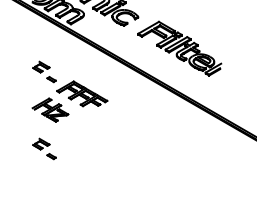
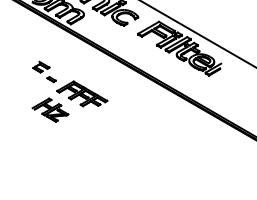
line at (197, 34): none -> present
part at (44, 148): present -> none
